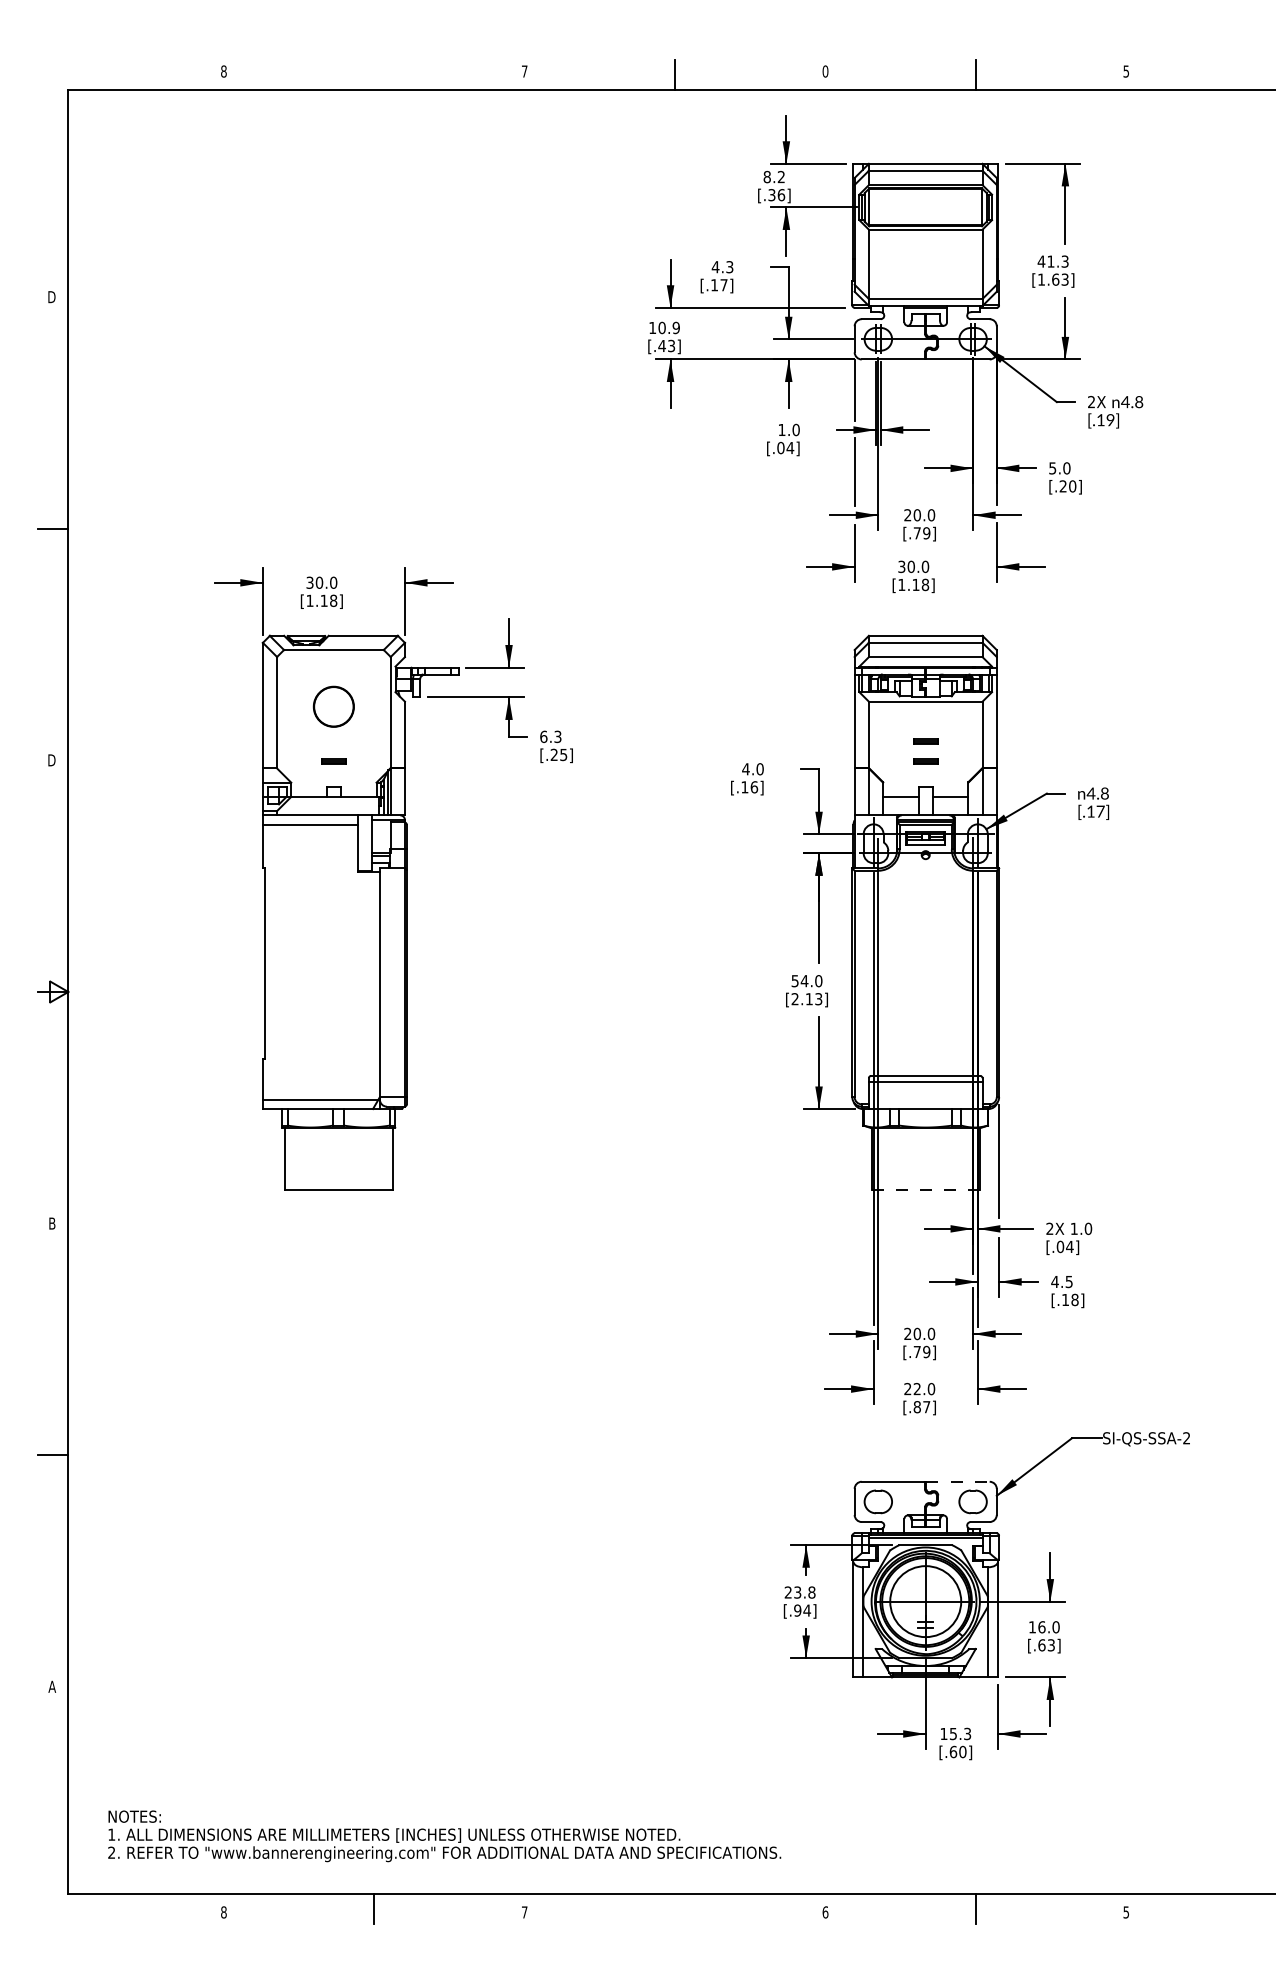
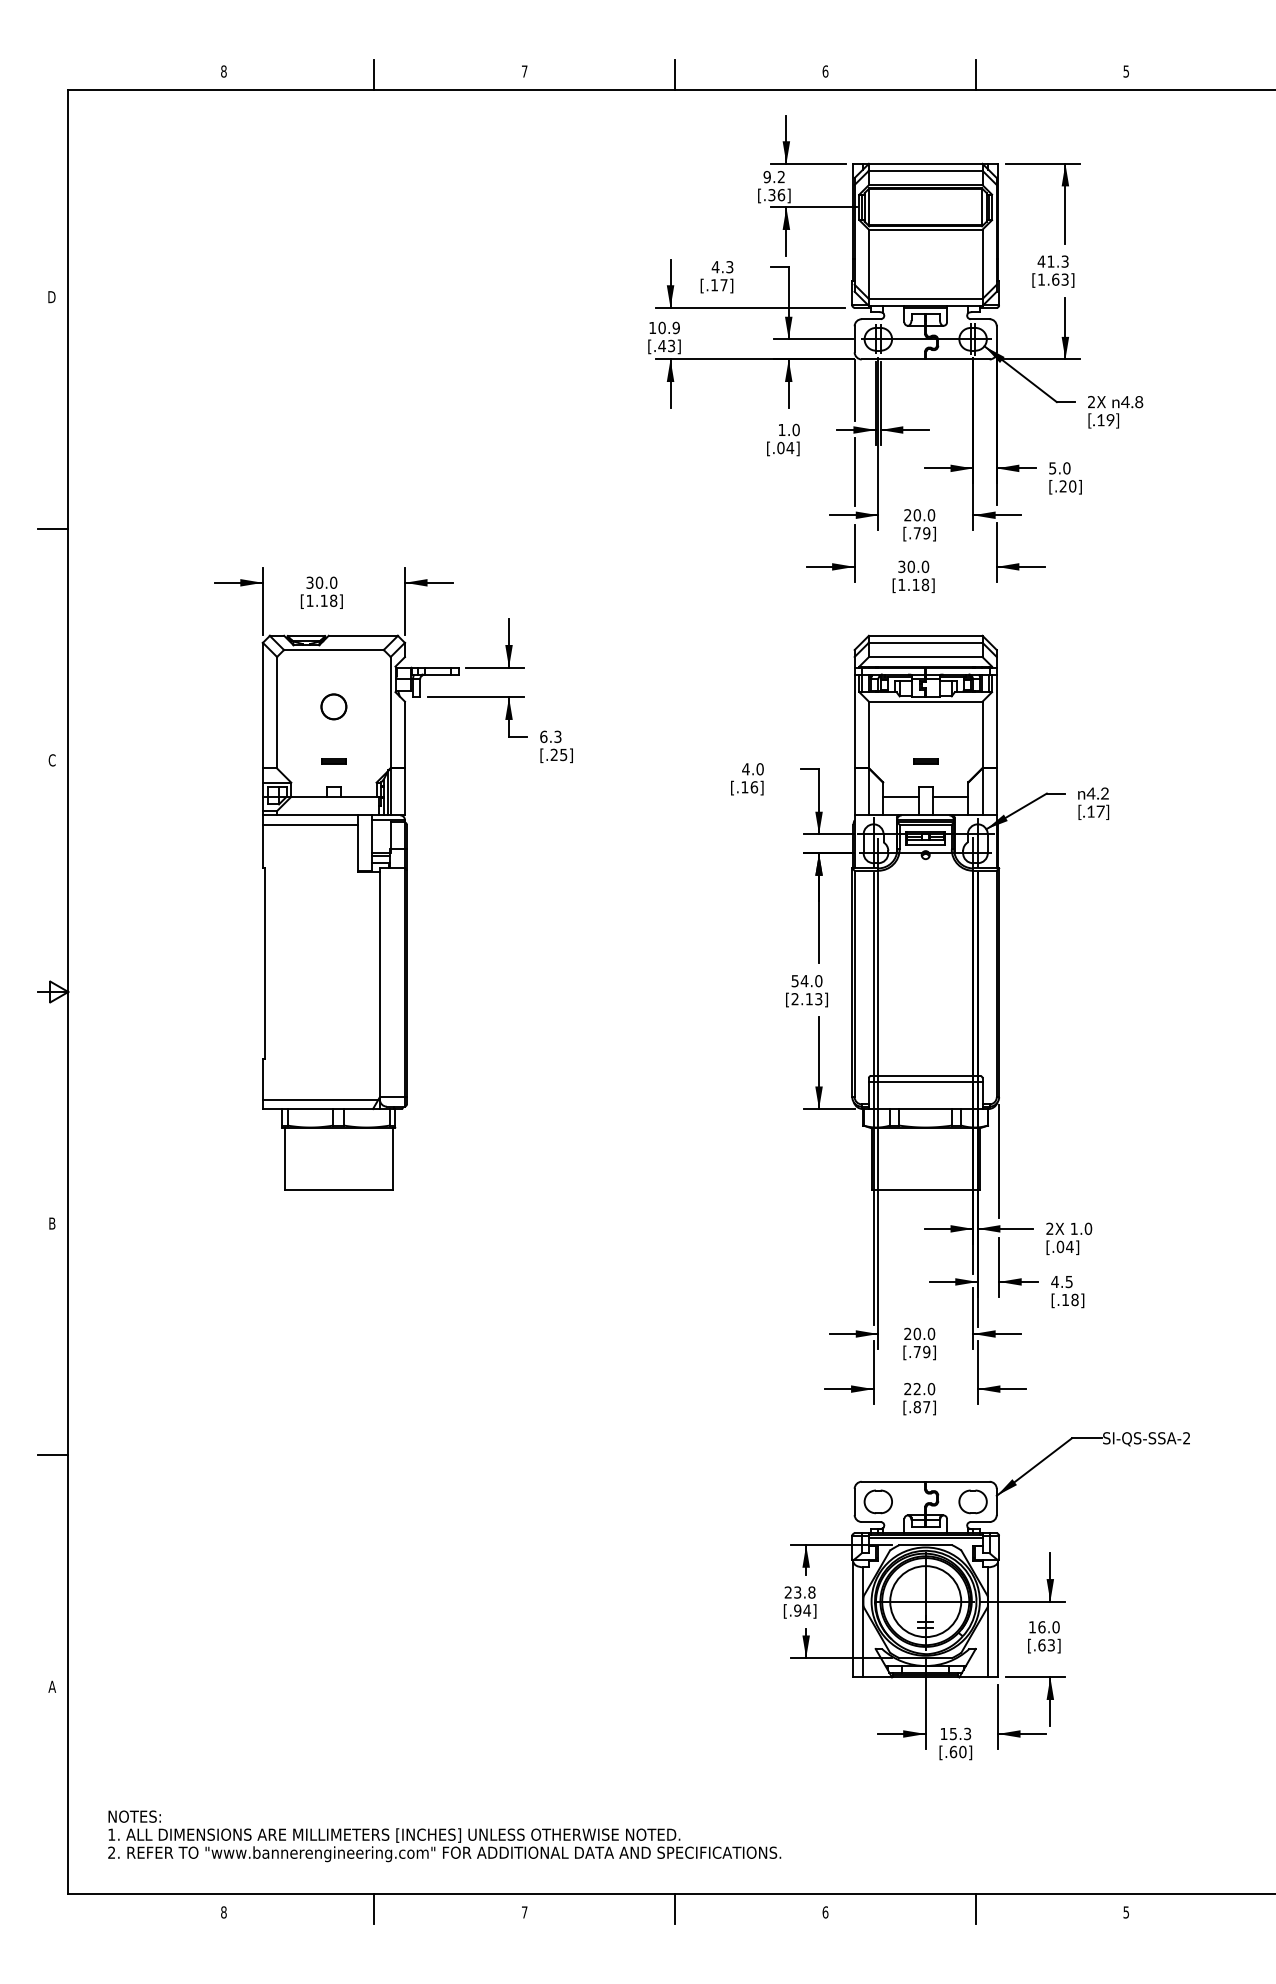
text at (825, 71): 0 -> 6
line at (374, 74): none -> present
text at (766, 177): 8.2 -> 9.2
circle at (333, 706) size: 43x43 px -> 28x28 px
part at (925, 741): present -> none
text at (51, 760): D -> C
text at (1104, 793): 4.8 -> 4.2
line at (925, 1189): dashed -> solid
line at (958, 1481): dashed -> solid
line at (675, 1909): none -> present
